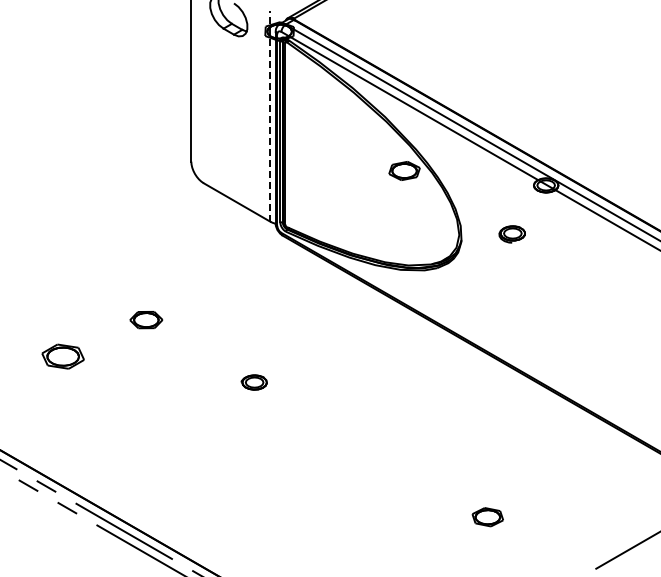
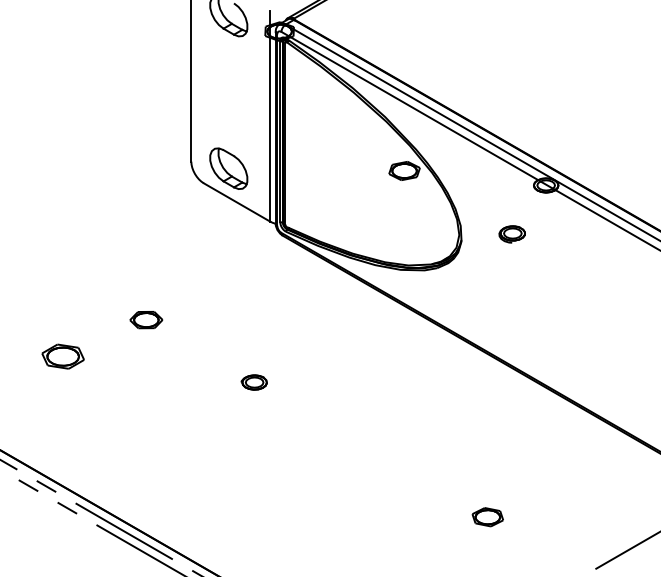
line at (270, 115): dashed -> solid
part at (228, 168): none -> present
